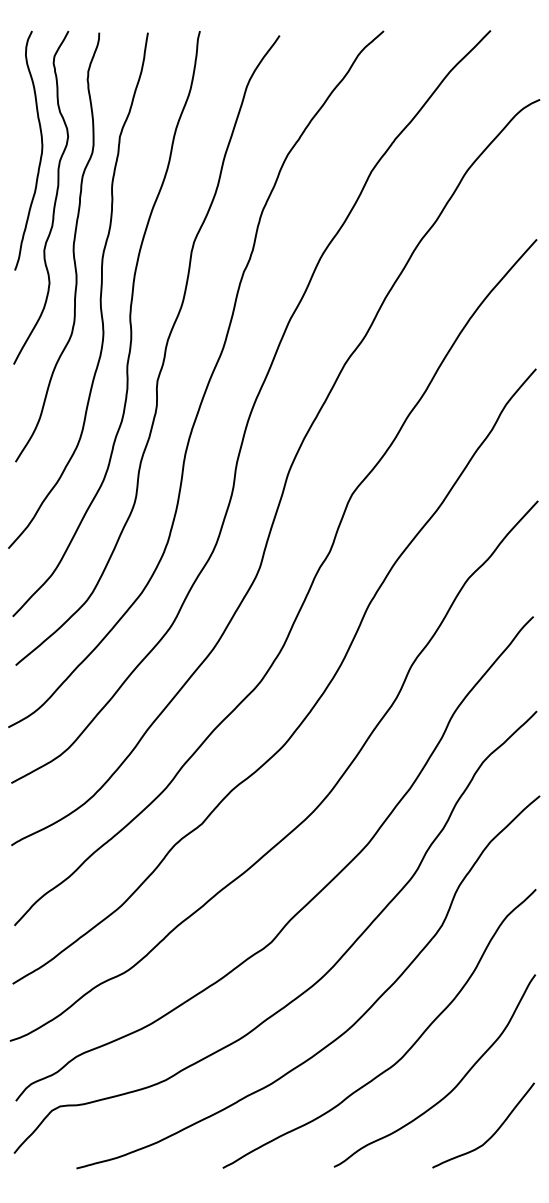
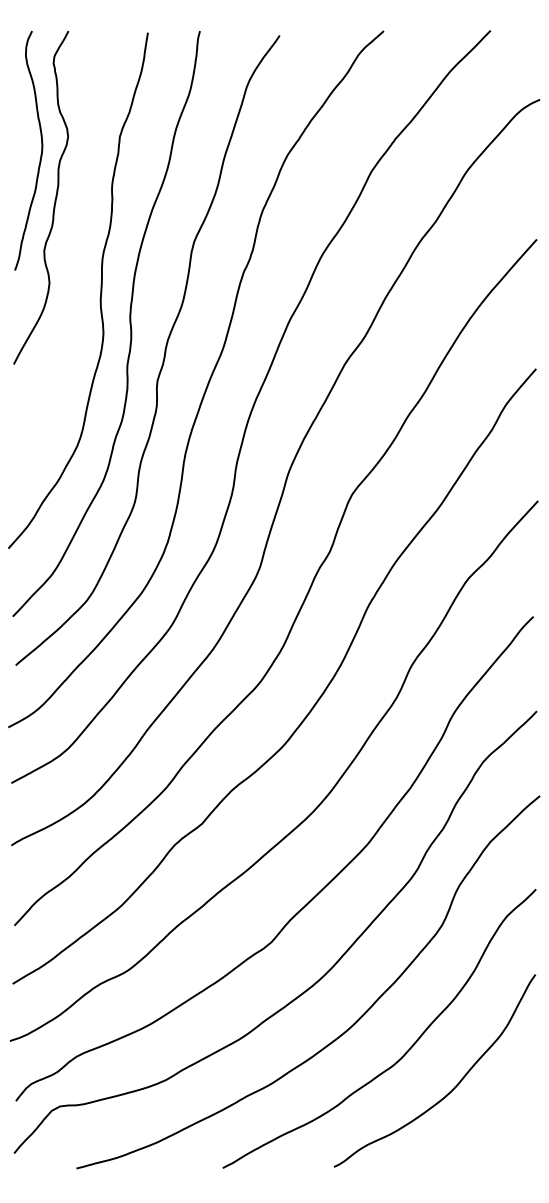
curve at (72, 247): present -> none
curve at (492, 1134): present -> none
